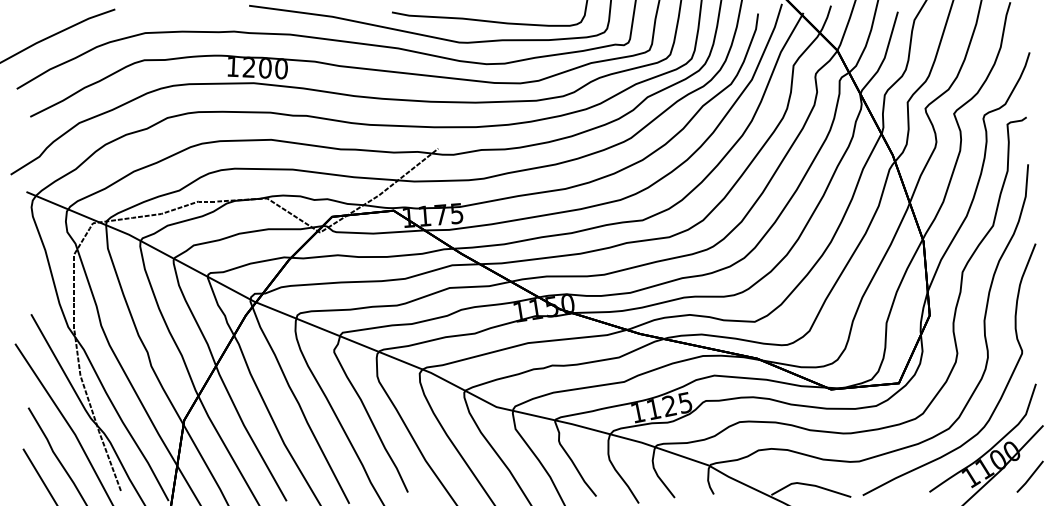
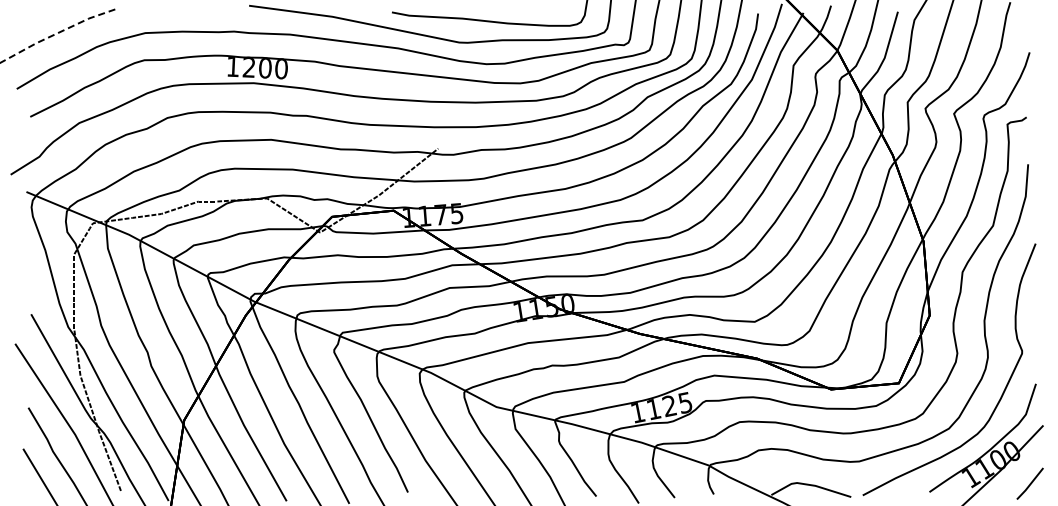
line at (56, 33): solid -> dashed
line at (1029, 476) position: (1029, 476) -> (1029, 483)
